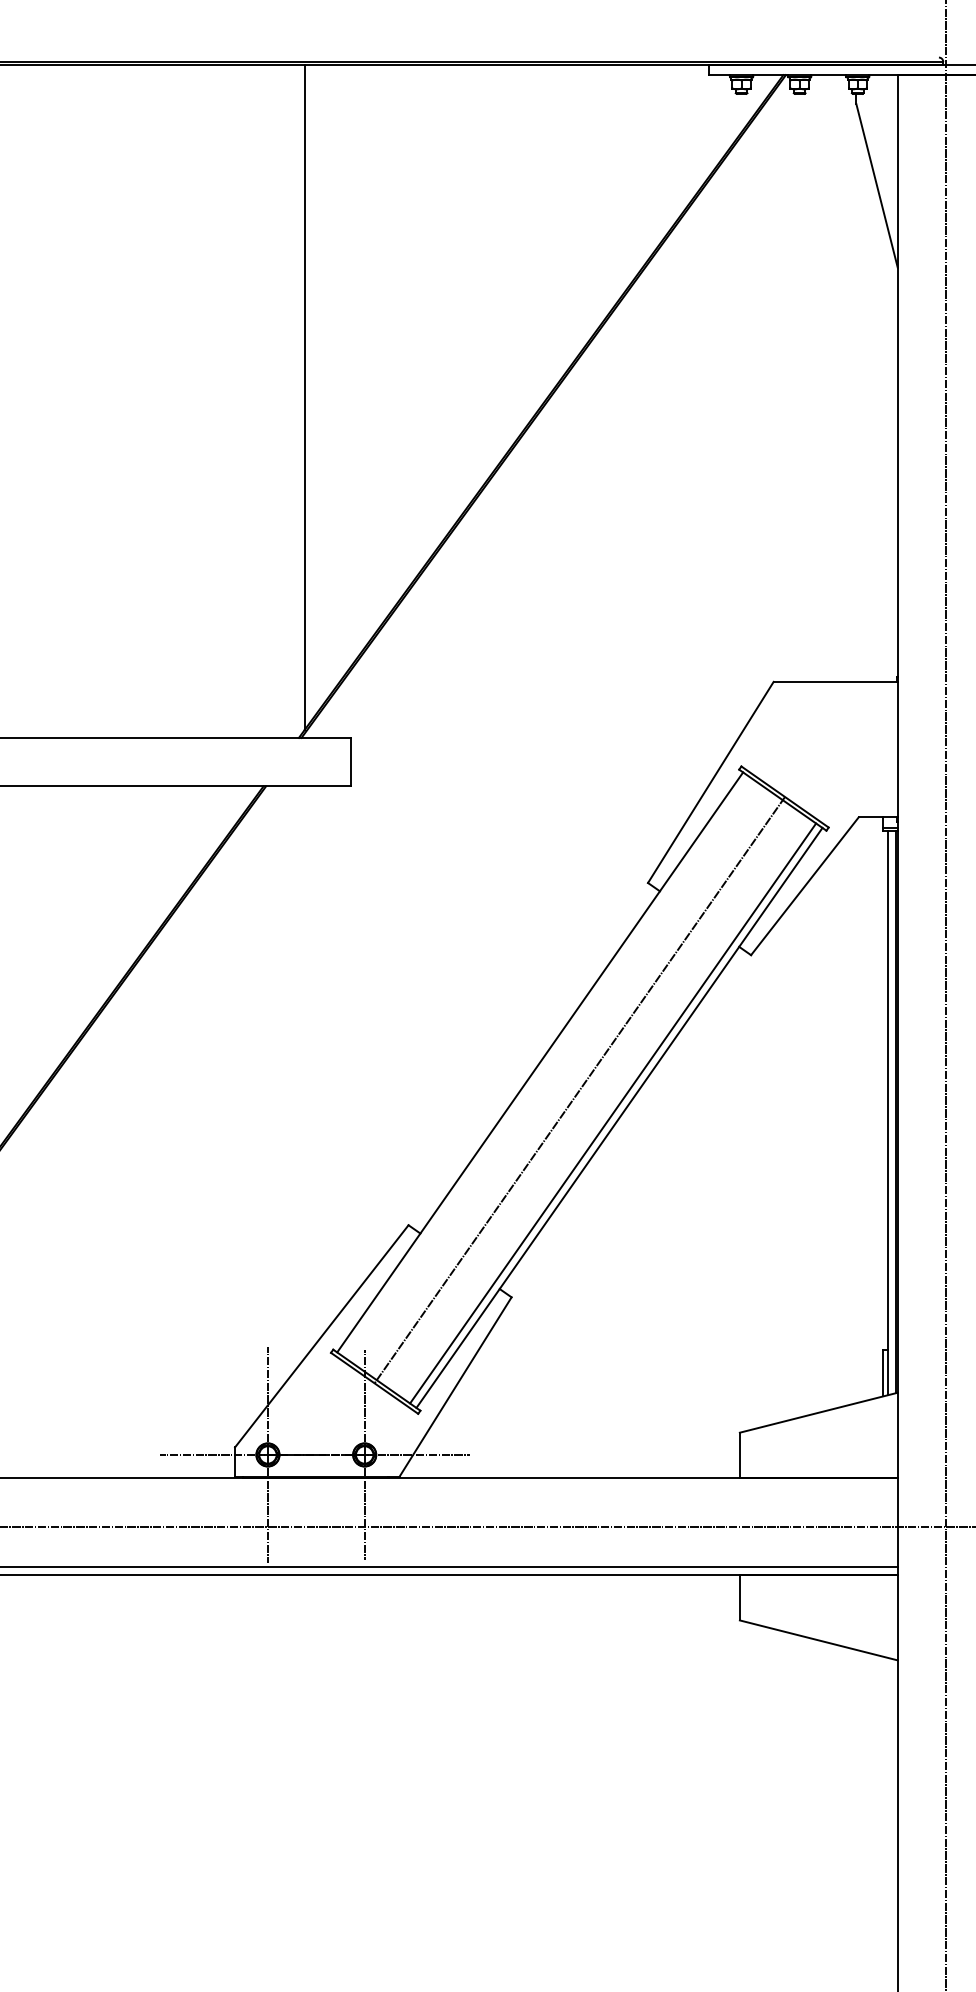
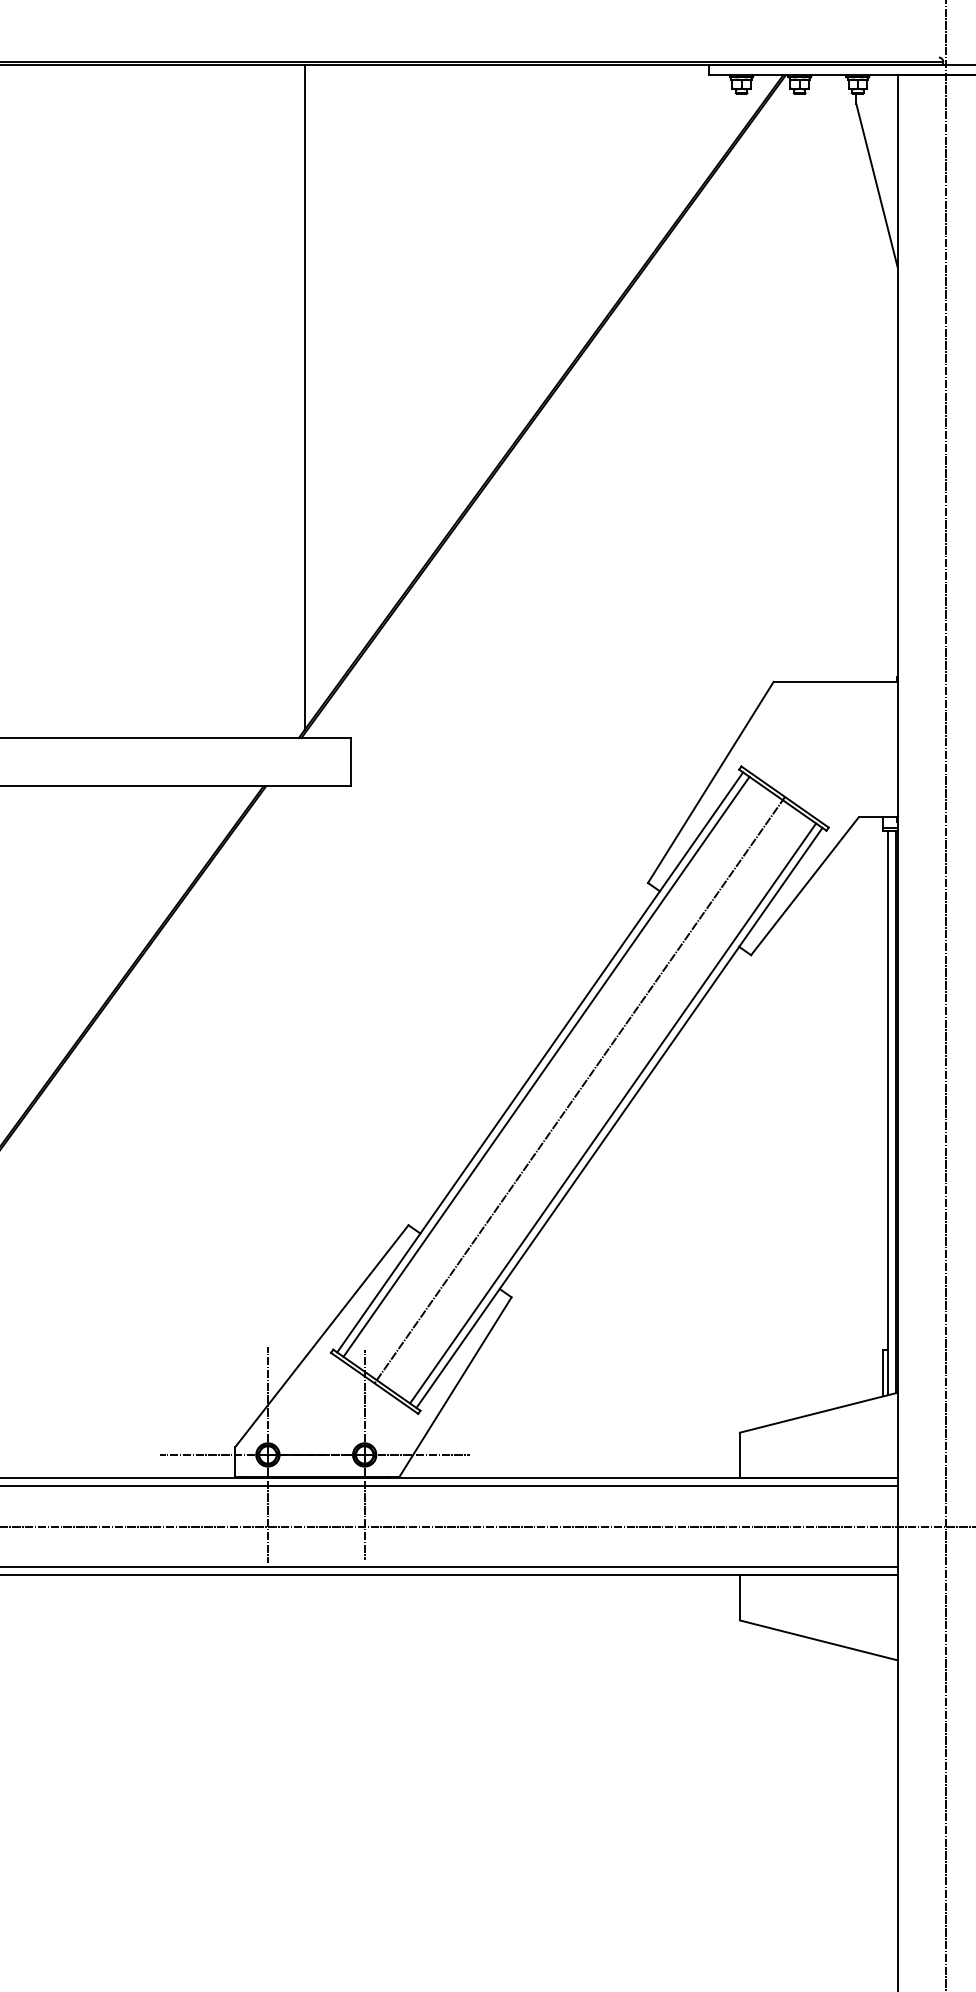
line at (546, 1066): none -> present
line at (449, 1485): none -> present
